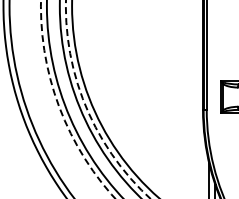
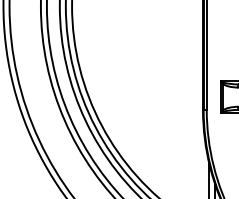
arc at (59, 106): dashed -> solid
arc at (86, 108): dashed -> solid
